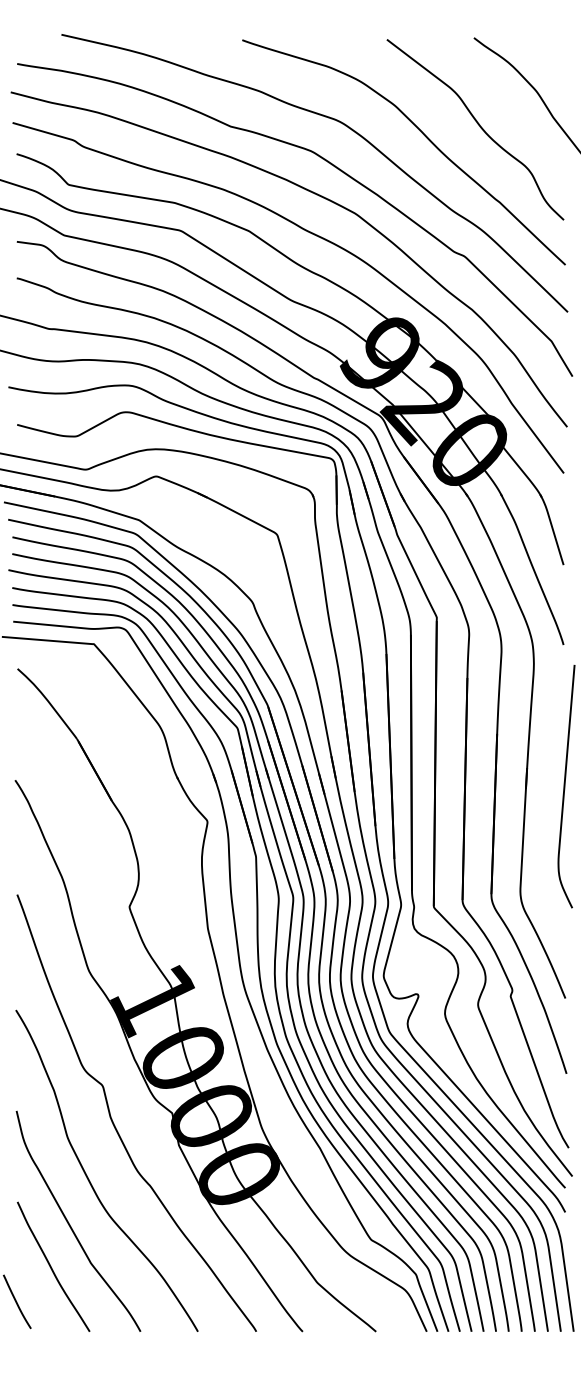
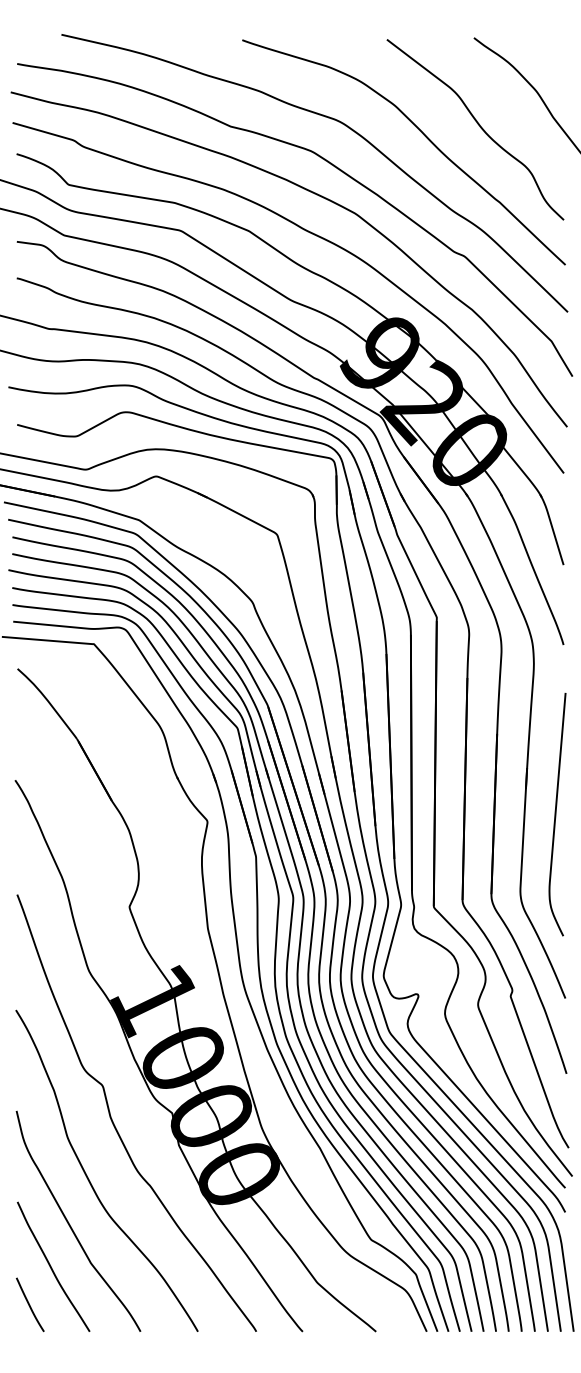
curve at (565, 786) position: (565, 786) -> (556, 814)
curve at (17, 1301) position: (17, 1301) -> (30, 1304)
